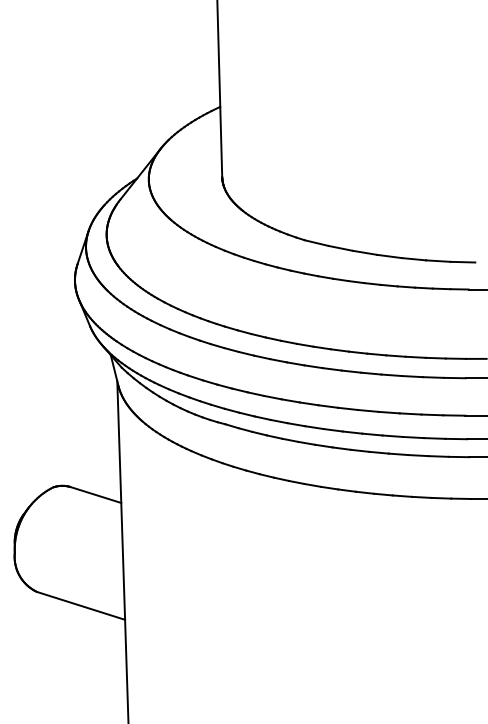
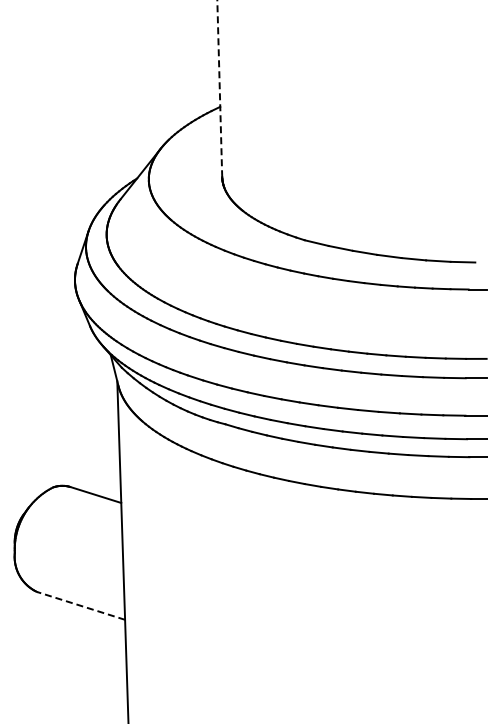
line at (219, 88): solid -> dashed
line at (80, 605): solid -> dashed
